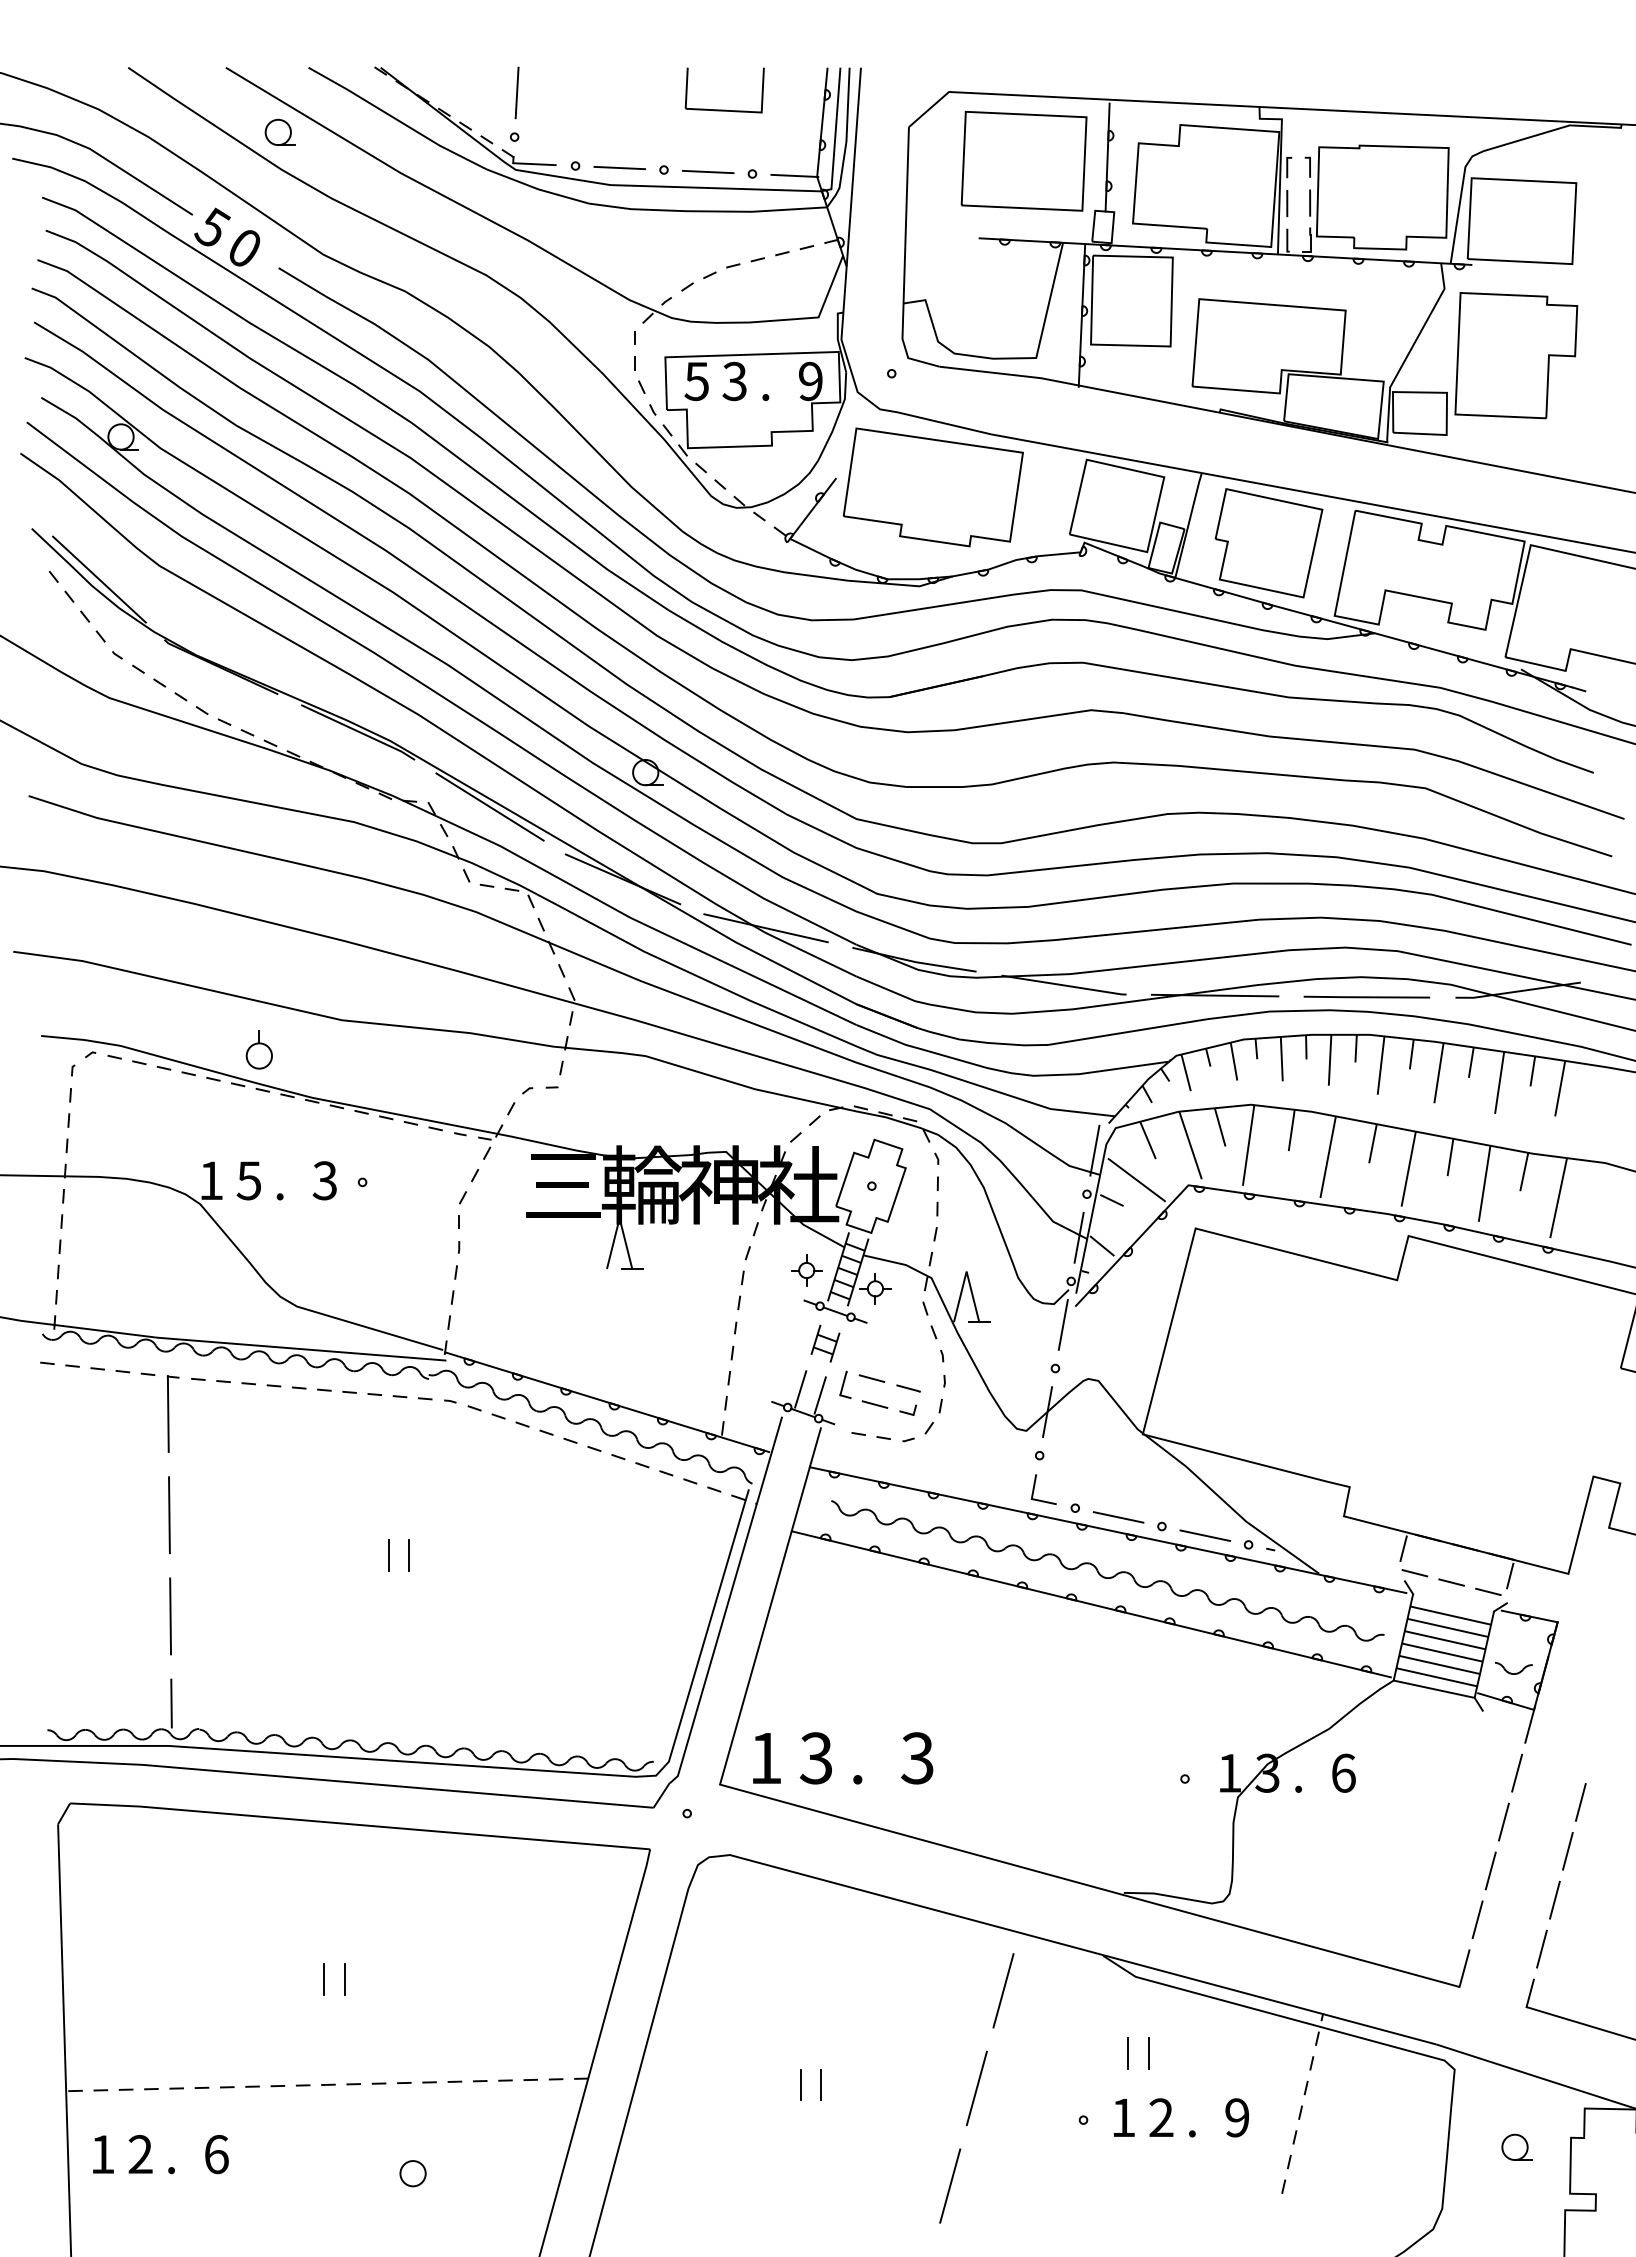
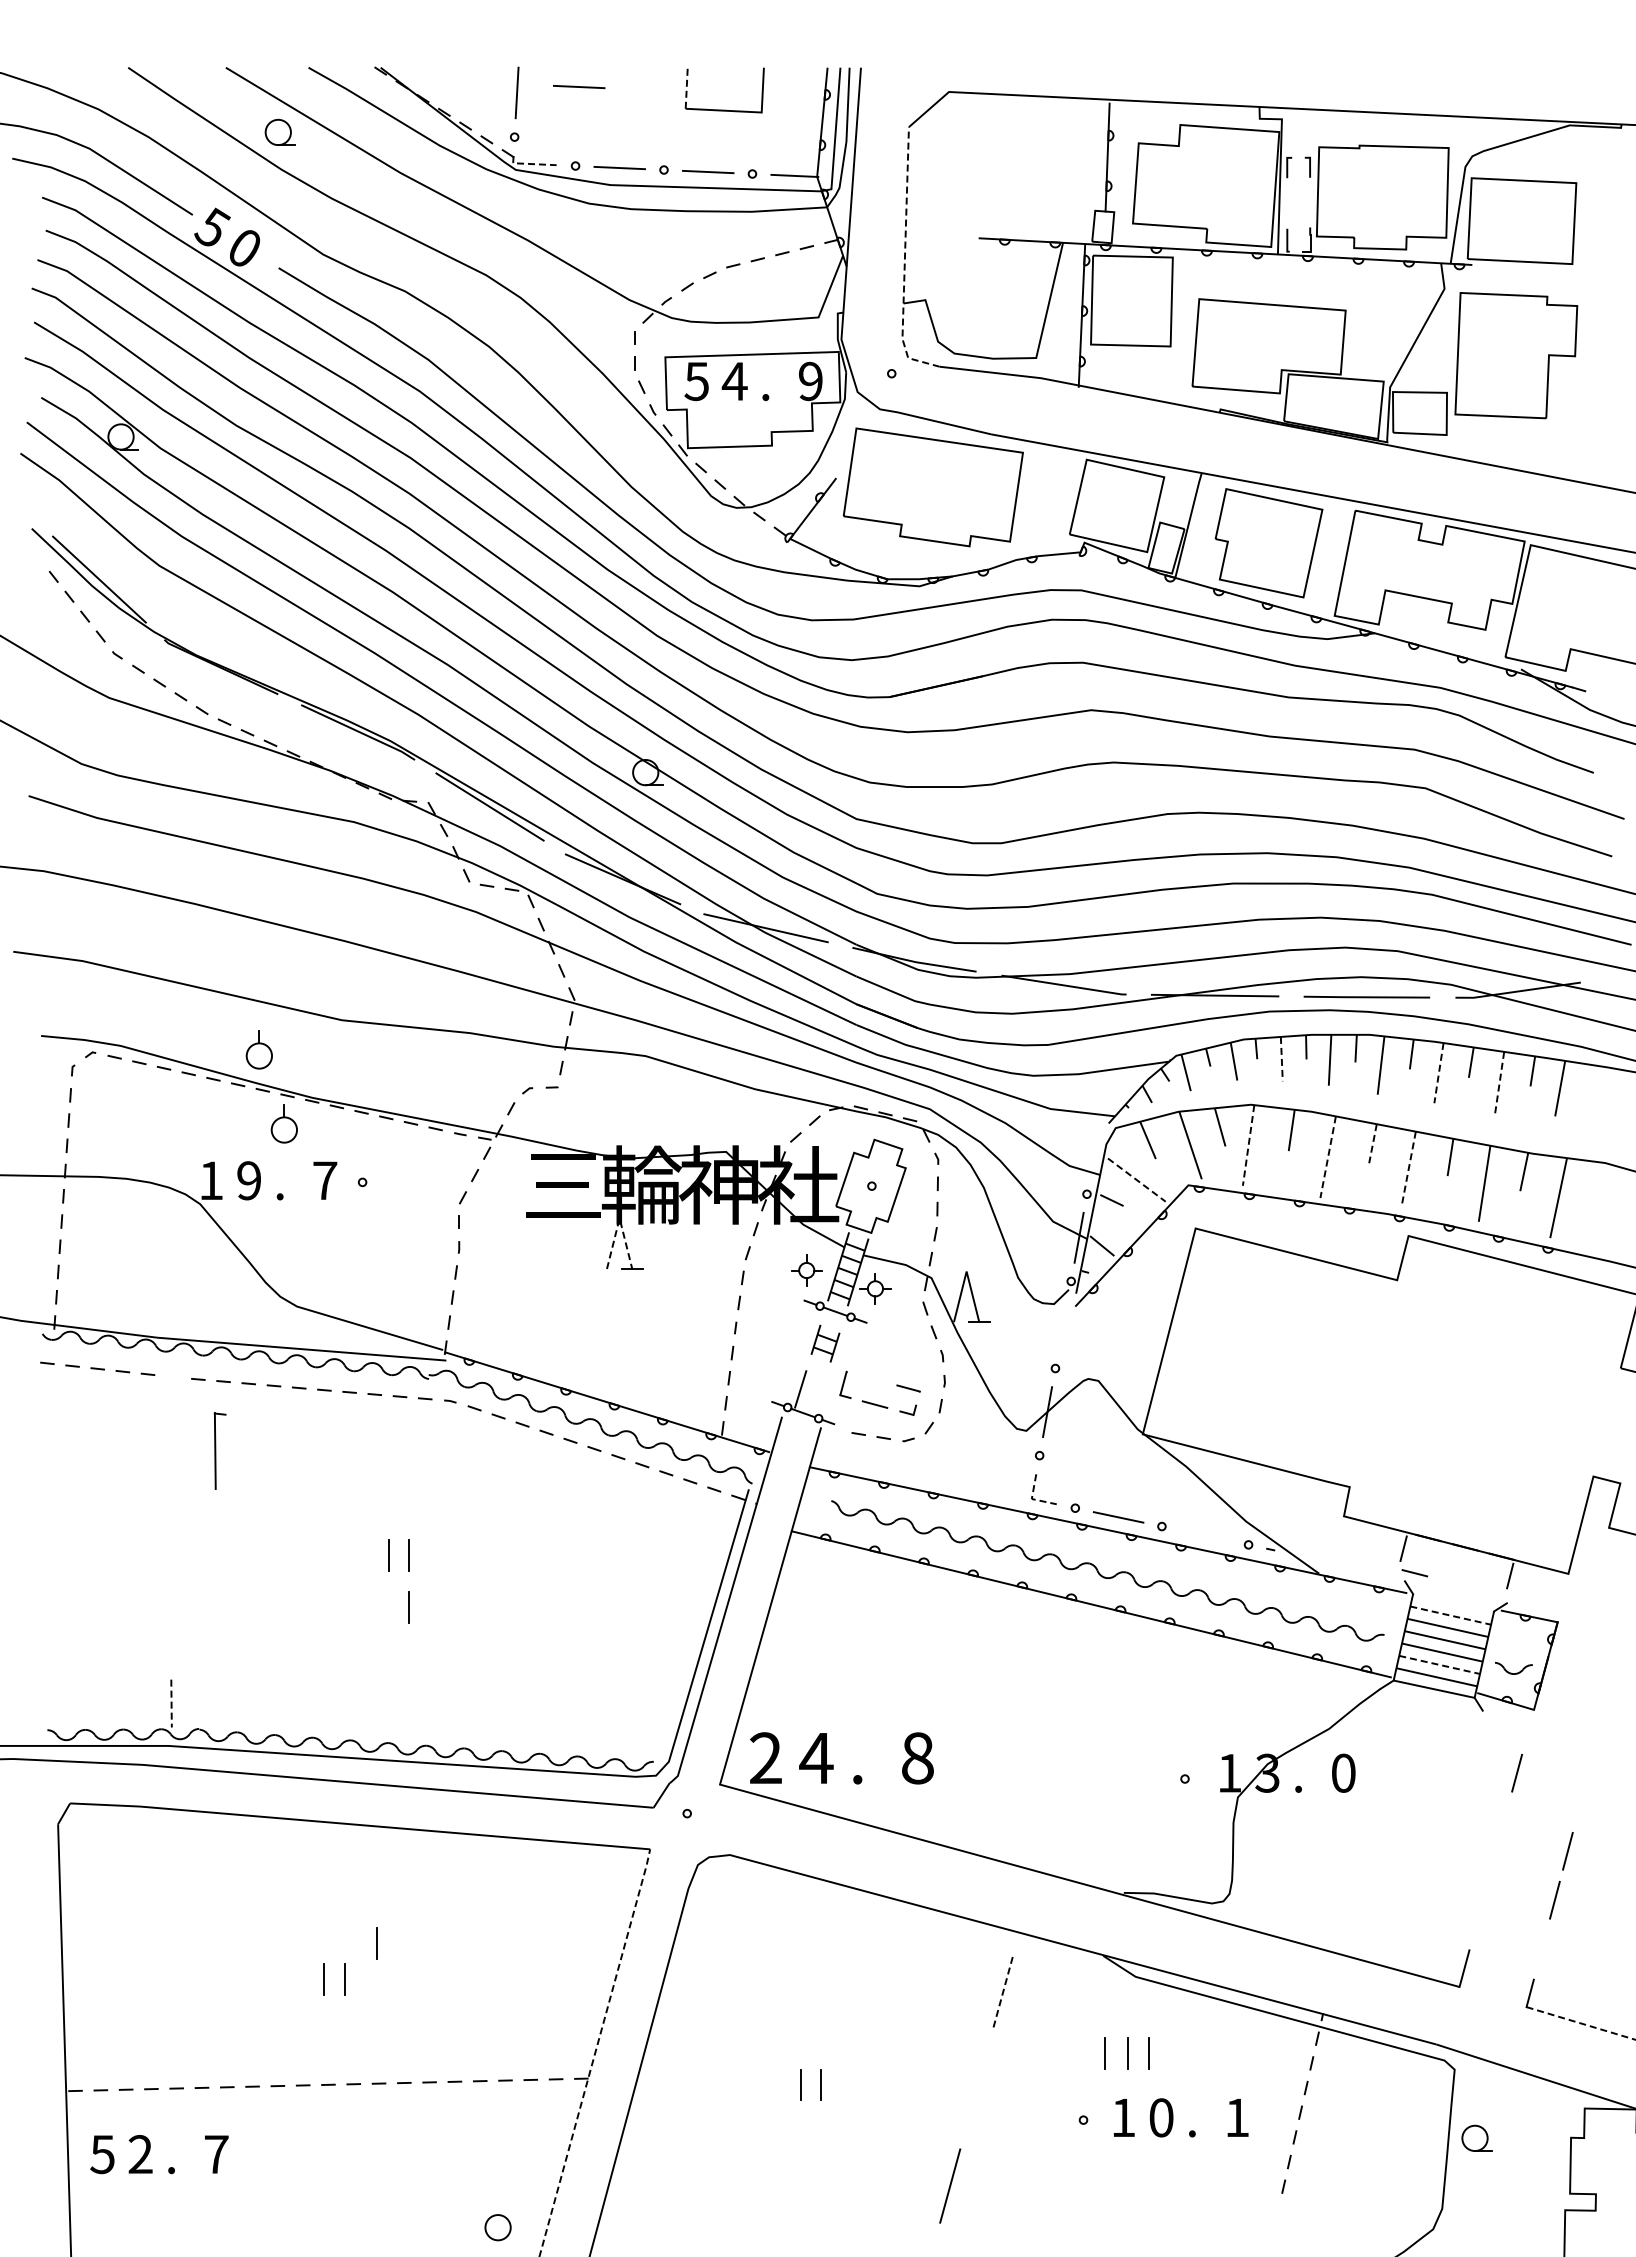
line at (579, 87): none -> present
line at (686, 88): solid -> dashed
part at (1023, 160): present -> none
line at (530, 164): solid -> dashed
line at (1310, 202): present -> none
line at (1287, 203): present -> none
line at (904, 260): solid -> dashed
text at (734, 381): 3 -> 4
line at (1281, 1059): solid -> dashed
line at (1438, 1073): solid -> dashed
line at (1499, 1083): solid -> dashed
part at (283, 1123): none -> present
line at (1372, 1143): solid -> dashed
line at (1248, 1145): solid -> dashed
line at (1094, 1150): present -> none
line at (1328, 1157): solid -> dashed
line at (1408, 1169): solid -> dashed
text at (248, 1180): 5 -> 9
text at (324, 1180): 3 -> 7
line at (1137, 1180): solid -> dashed
line at (619, 1218): solid -> dashed
line at (1062, 1324): present -> none
line at (871, 1378): present -> none
line at (819, 1395): present -> none
part at (172, 1413) position: (172, 1413) -> (219, 1450)
line at (1031, 1499): solid -> dashed
line at (169, 1515): present -> none
line at (1205, 1535): present -> none
line at (1451, 1582): present -> none
line at (1488, 1591): present -> none
line at (408, 1607): none -> present
line at (1451, 1615): solid -> dashed
line at (170, 1616): present -> none
line at (1440, 1665): solid -> dashed
line at (171, 1703): solid -> dashed
line at (1530, 1724): present -> none
text at (765, 1757): 1 -> 2
text at (816, 1758): 3 -> 4
text at (917, 1758): 3 -> 8
text at (1343, 1772): 6 -> 0
line at (1580, 1802): present -> none
line at (1503, 1821): present -> none
line at (1490, 1870): present -> none
line at (1477, 1919): present -> none
line at (376, 1943): none -> present
line at (1541, 1948): present -> none
line at (1003, 1990): solid -> dashed
line at (1581, 2023): solid -> dashed
line at (595, 2051): solid -> dashed
line at (1104, 2053): none -> present
line at (976, 2088): present -> none
text at (1161, 2117): 2 -> 0
text at (1237, 2117): 9 -> 1
part at (1516, 2146) position: (1516, 2146) -> (1476, 2137)
text at (102, 2154): 1 -> 5
text at (216, 2154): 6 -> 7
circle at (412, 2173) position: (412, 2173) -> (497, 2227)
